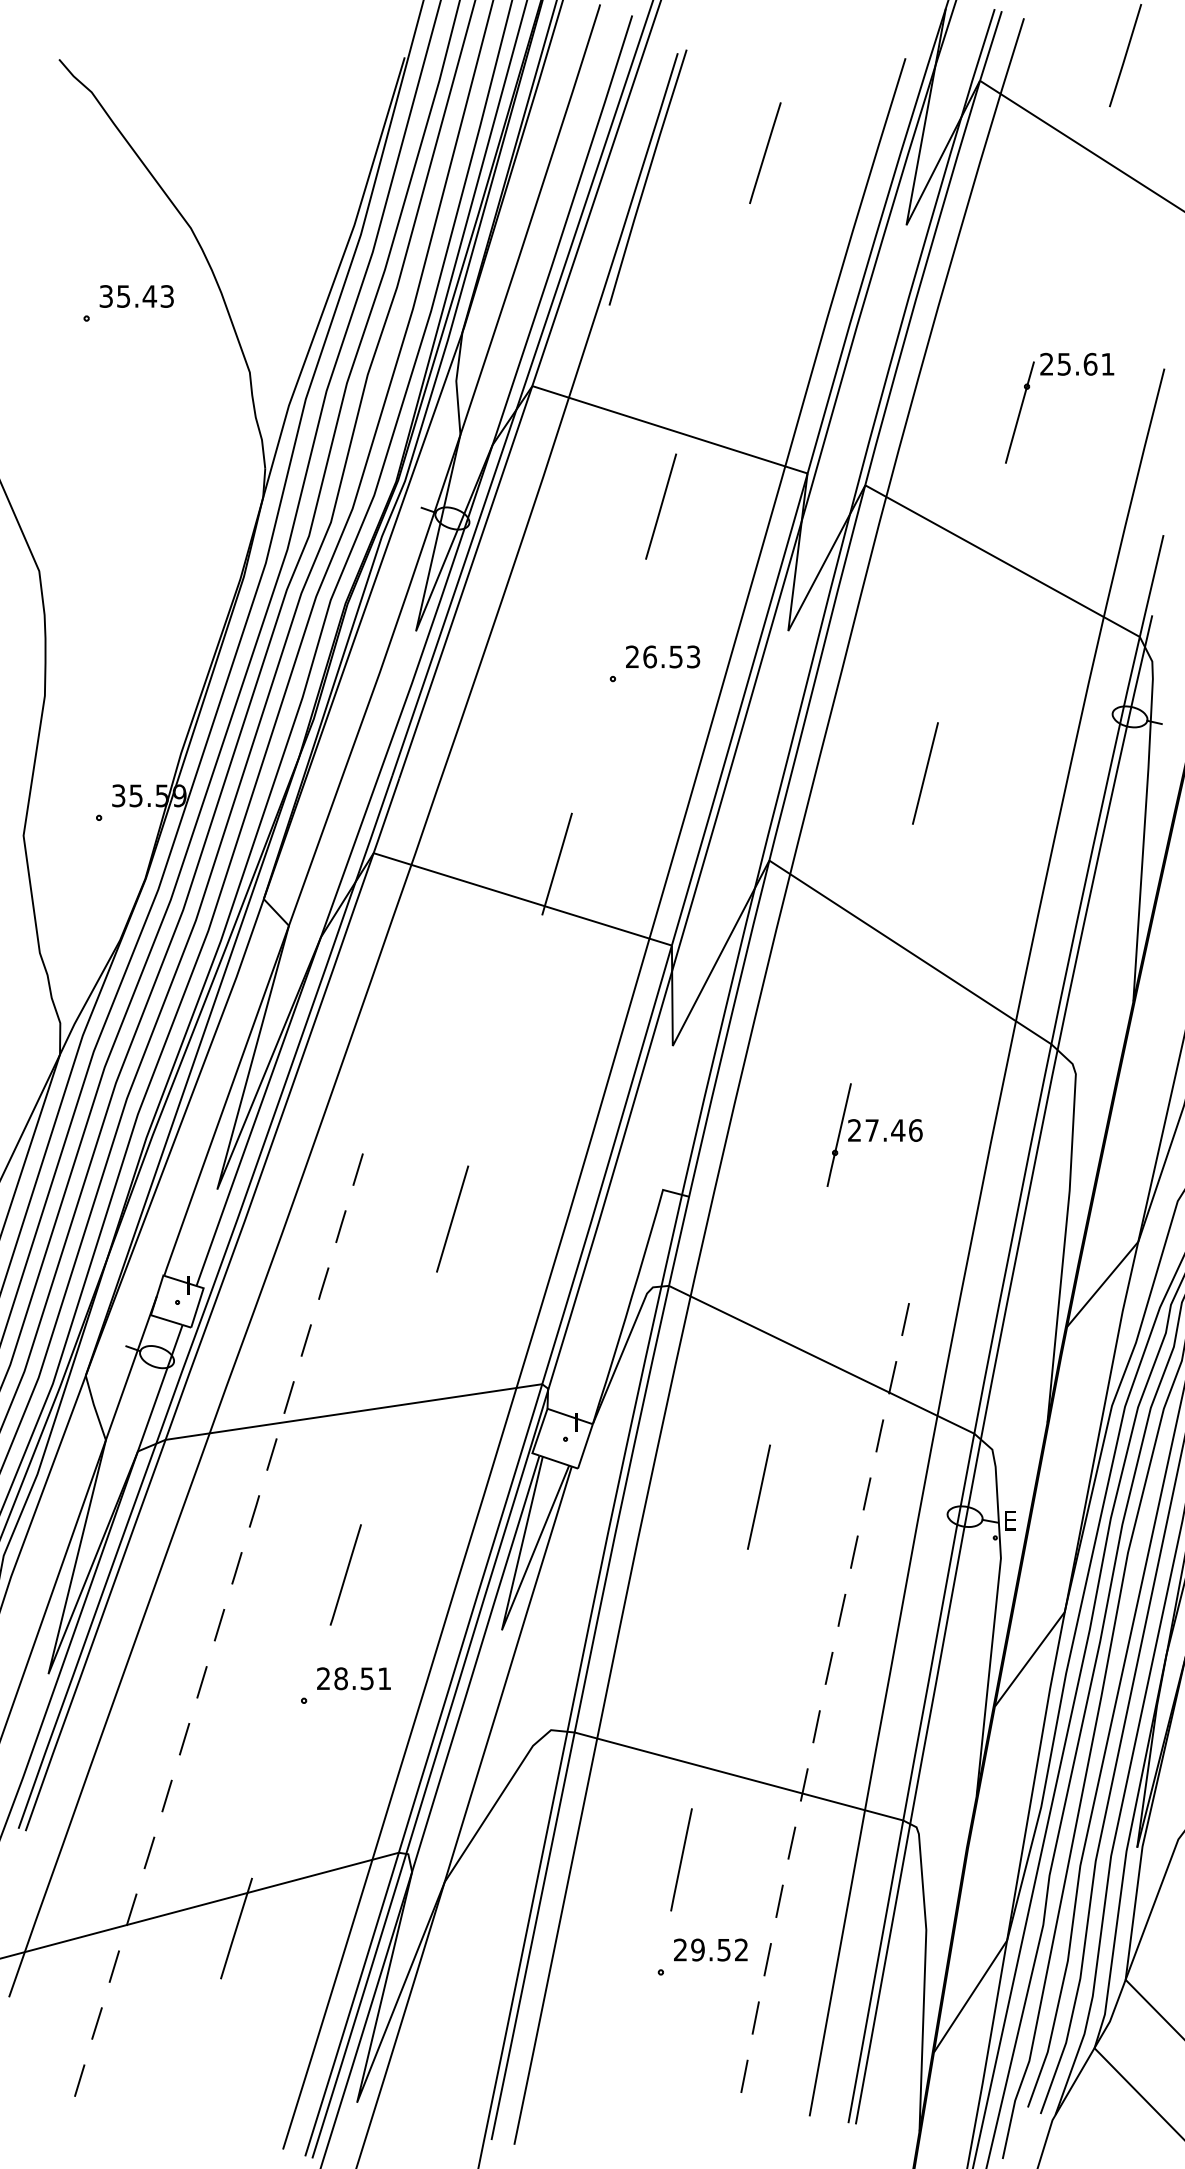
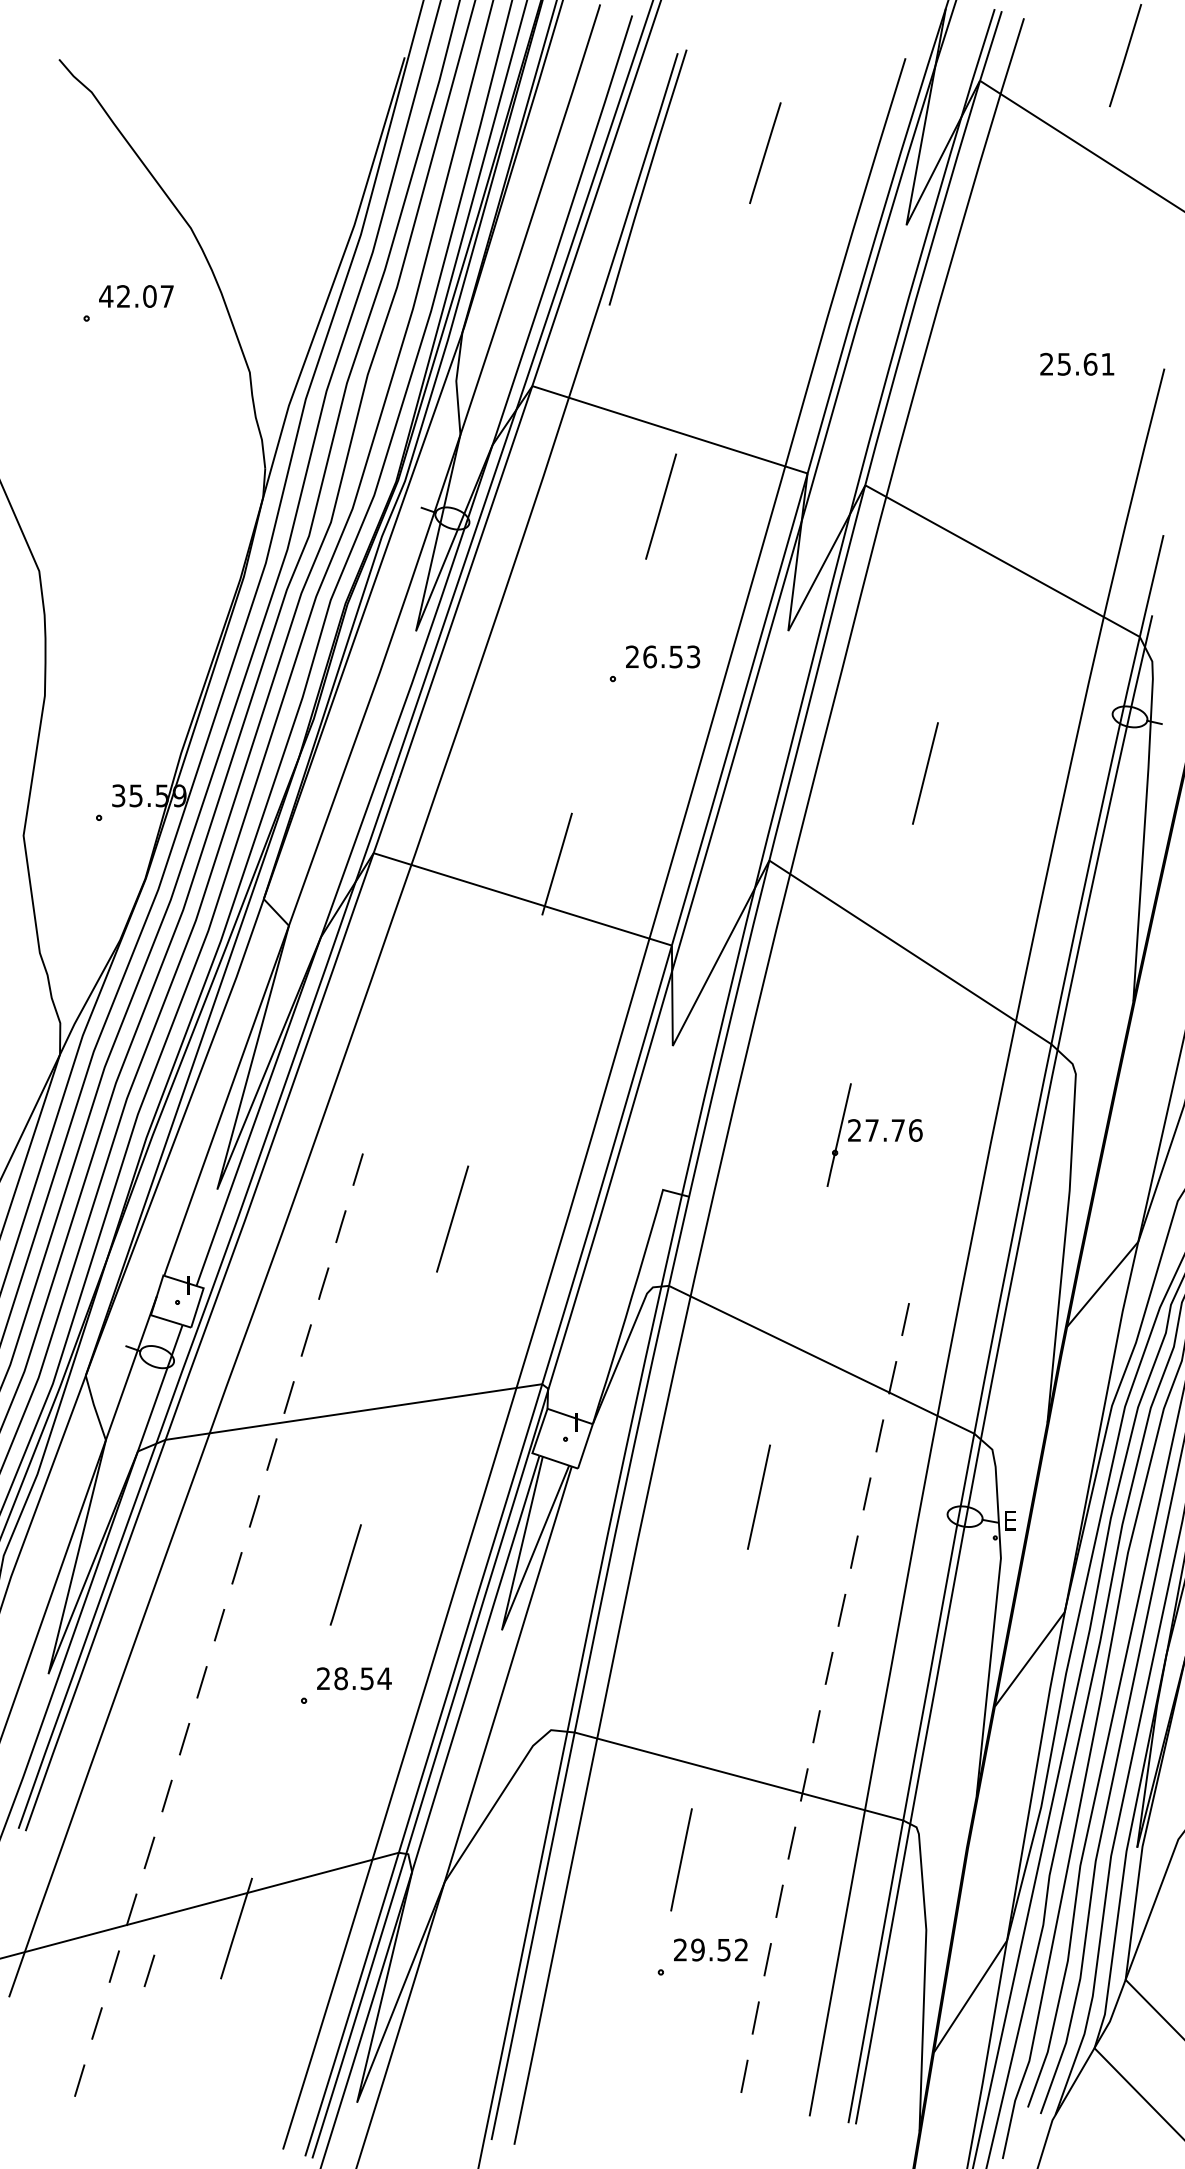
text at (136, 296): 35.43 -> 42.07
part at (1019, 412): present -> none
text at (898, 1130): 27.46 -> 27.76
text at (384, 1678): 28.51 -> 28.54
line at (149, 1970): none -> present
